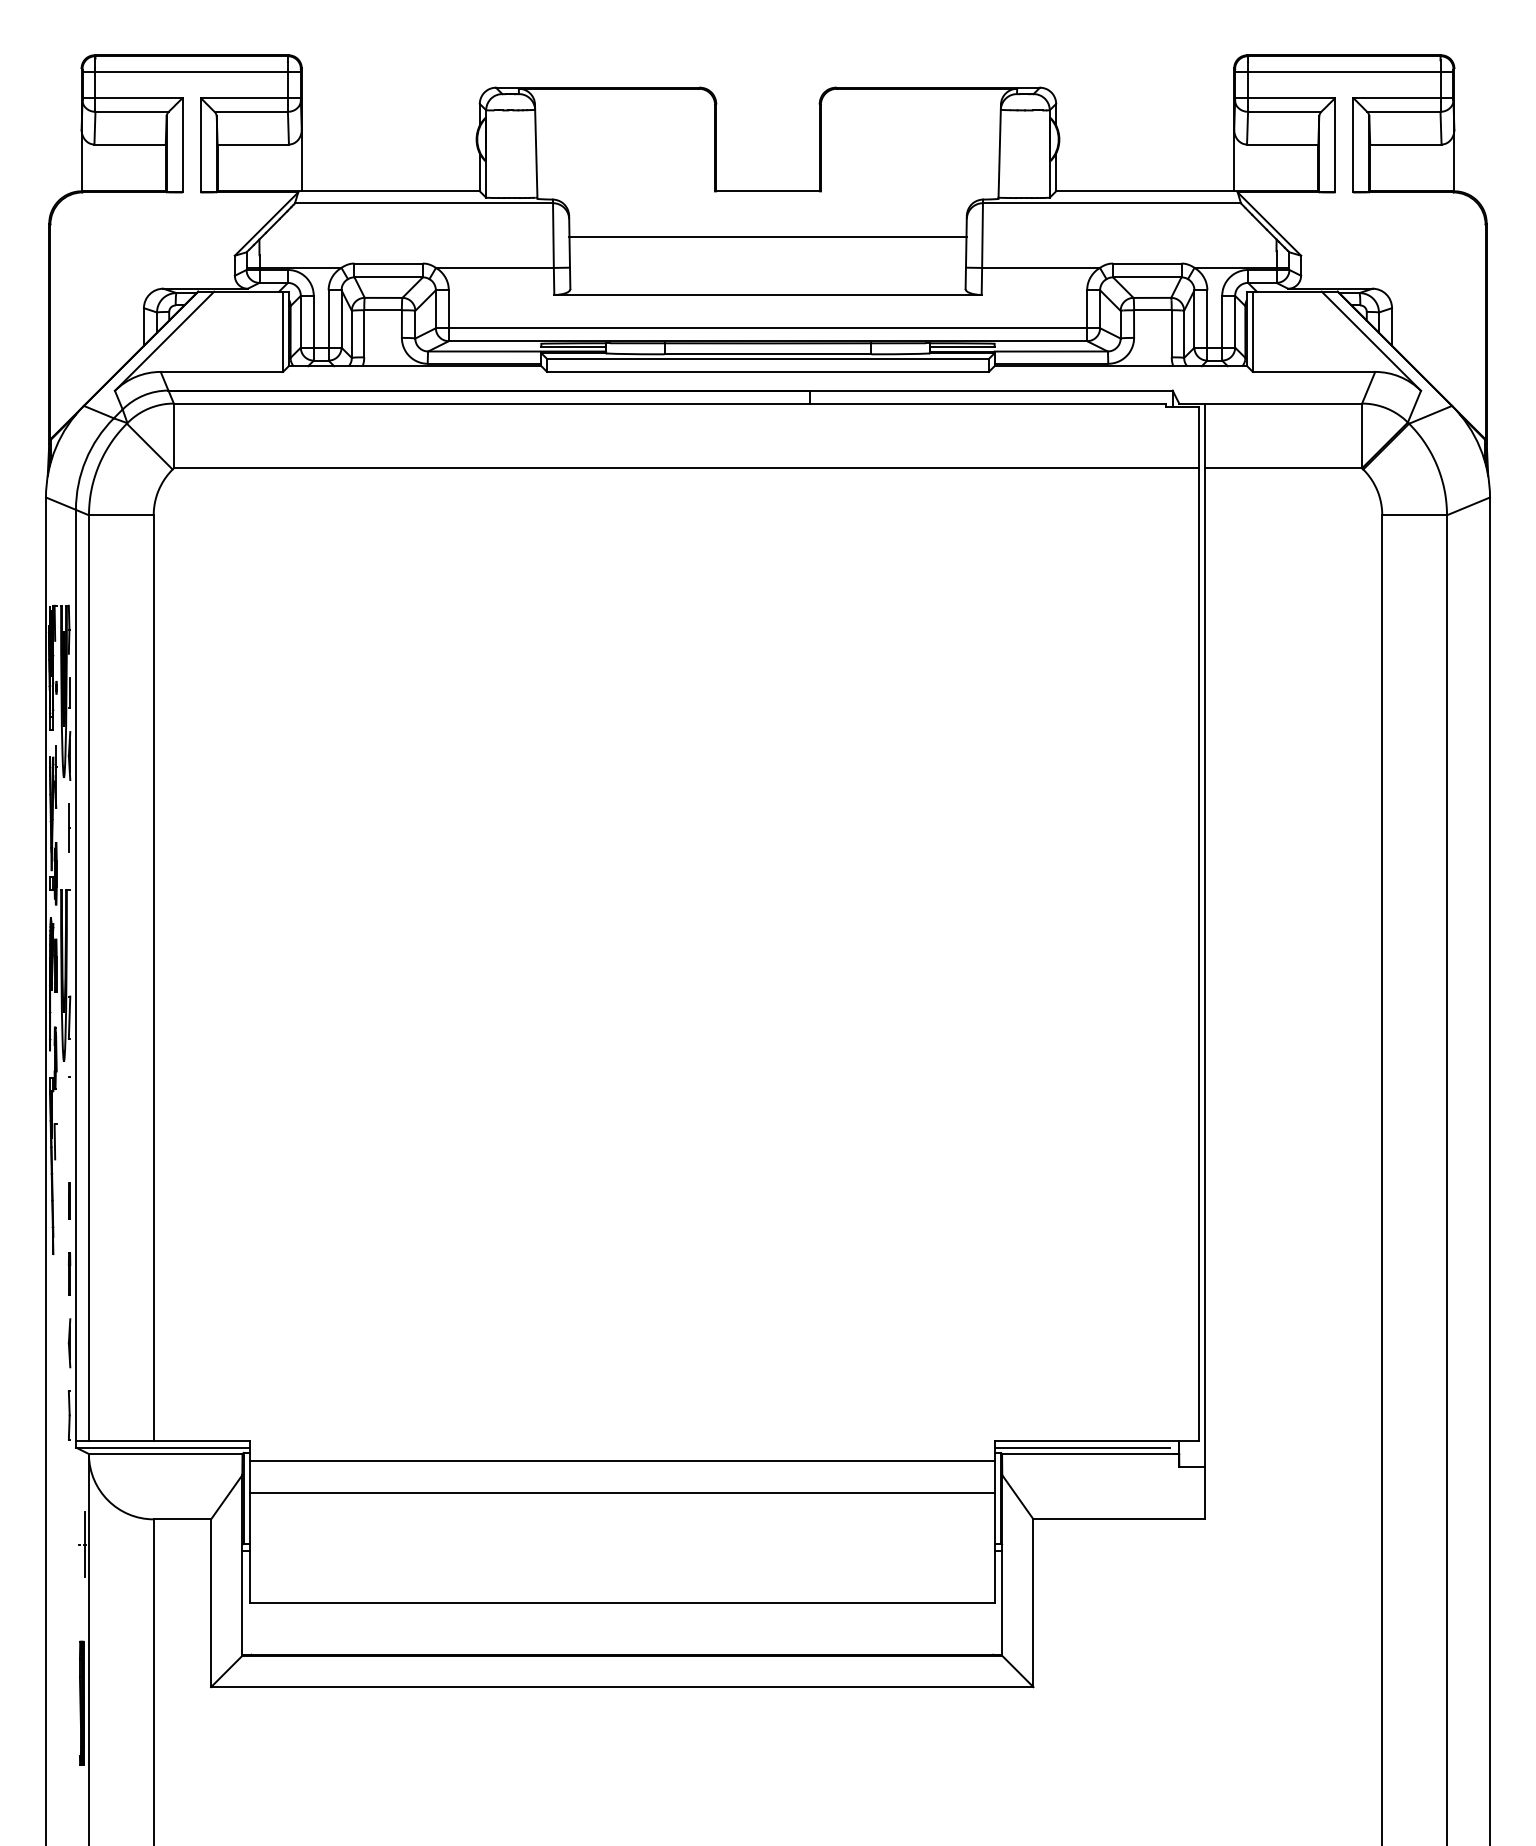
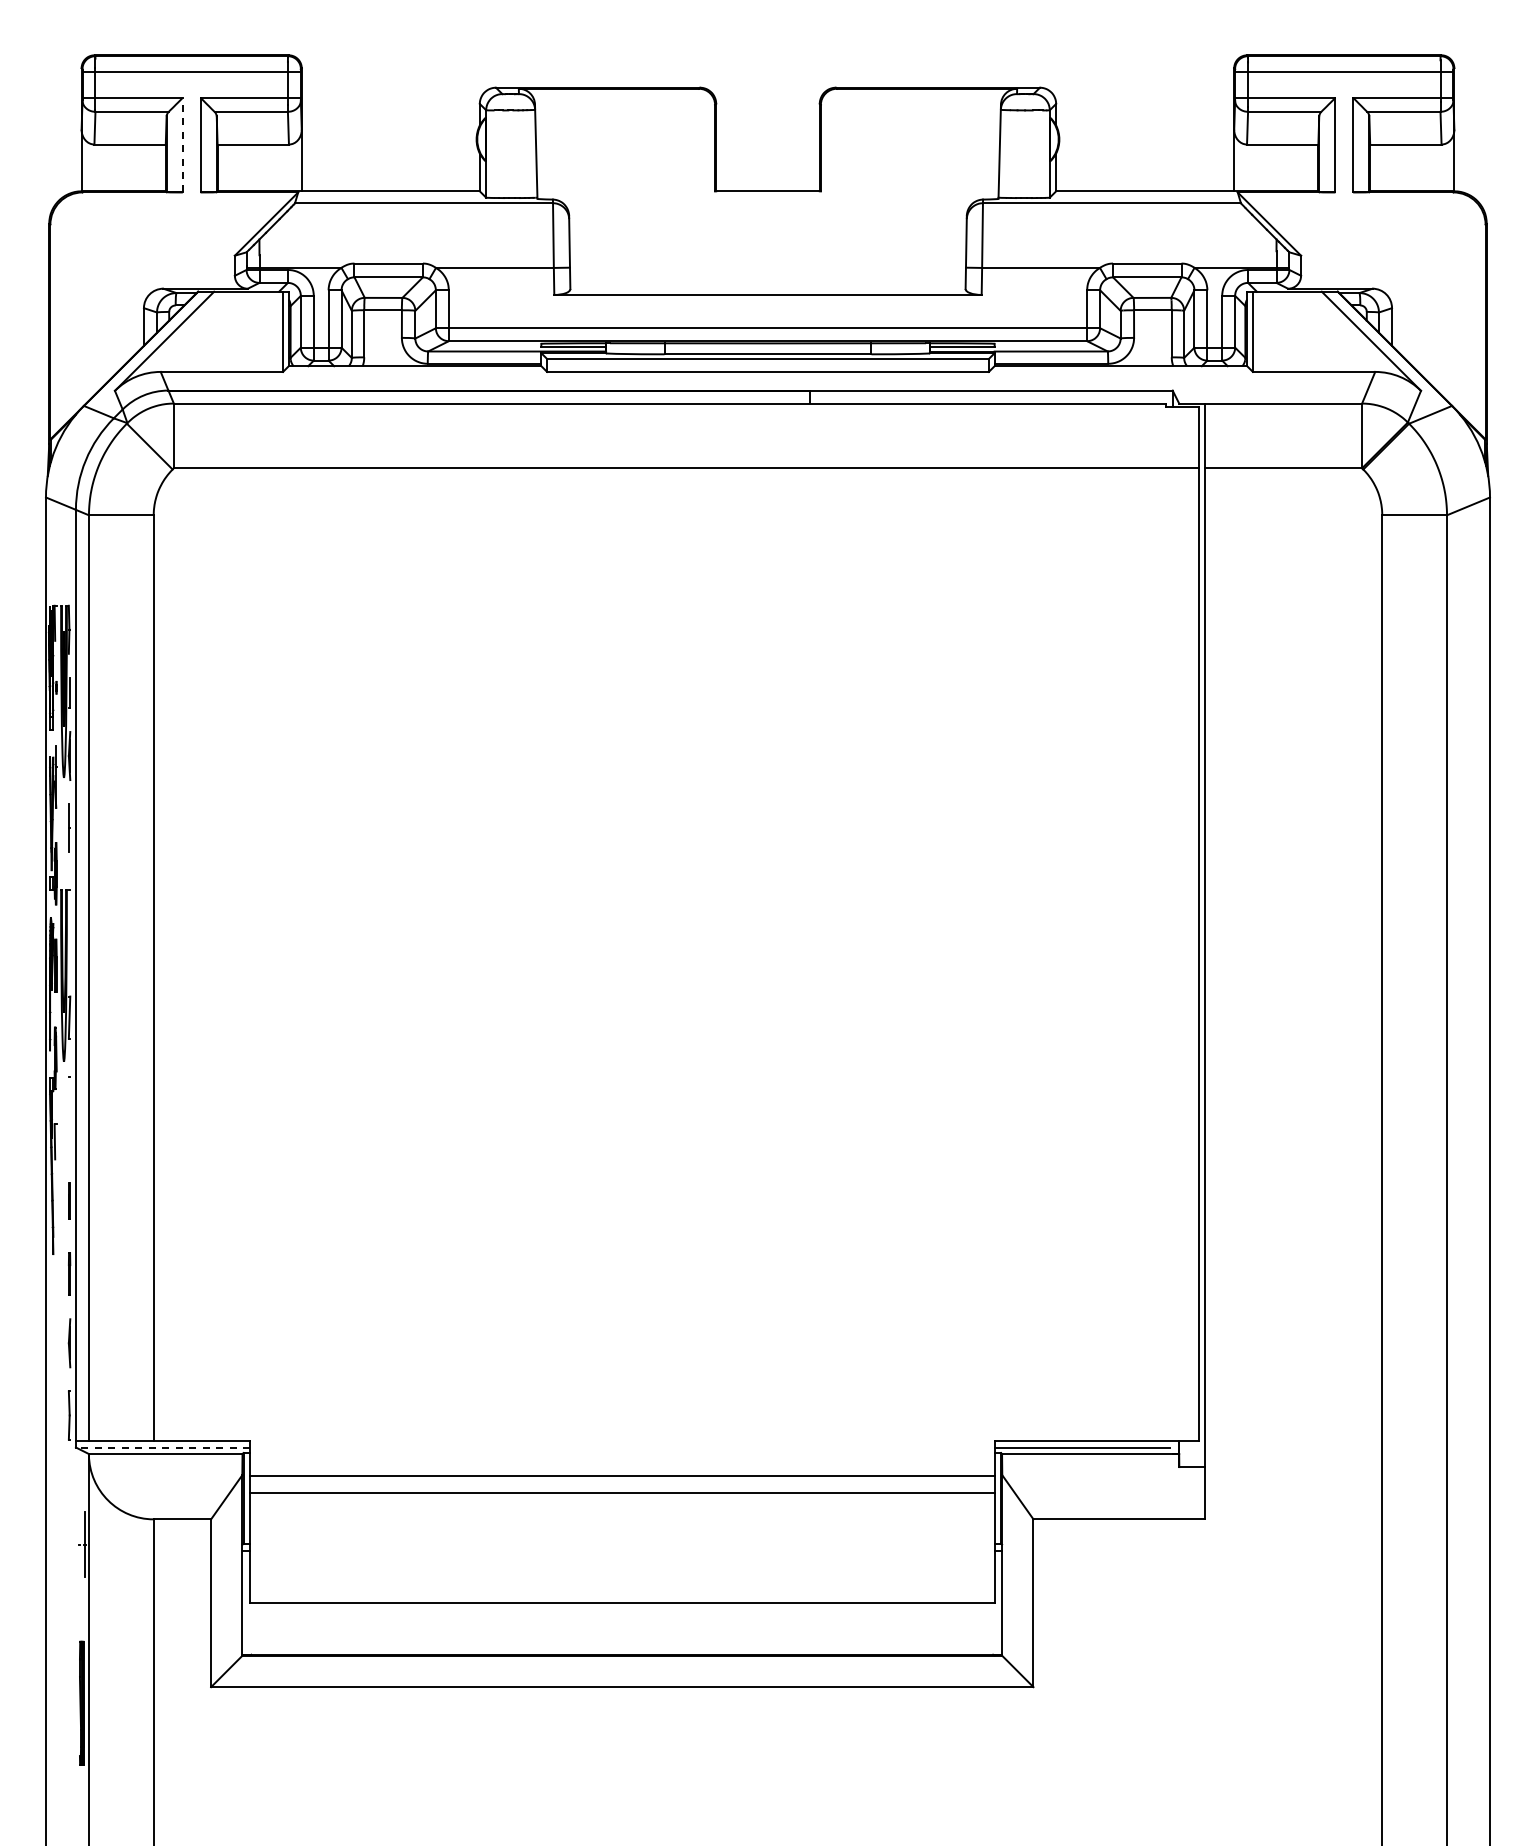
line at (182, 144): solid -> dashed
line at (767, 236): present -> none
line at (162, 1447): solid -> dashed
line at (621, 1460) position: (621, 1460) -> (621, 1475)
